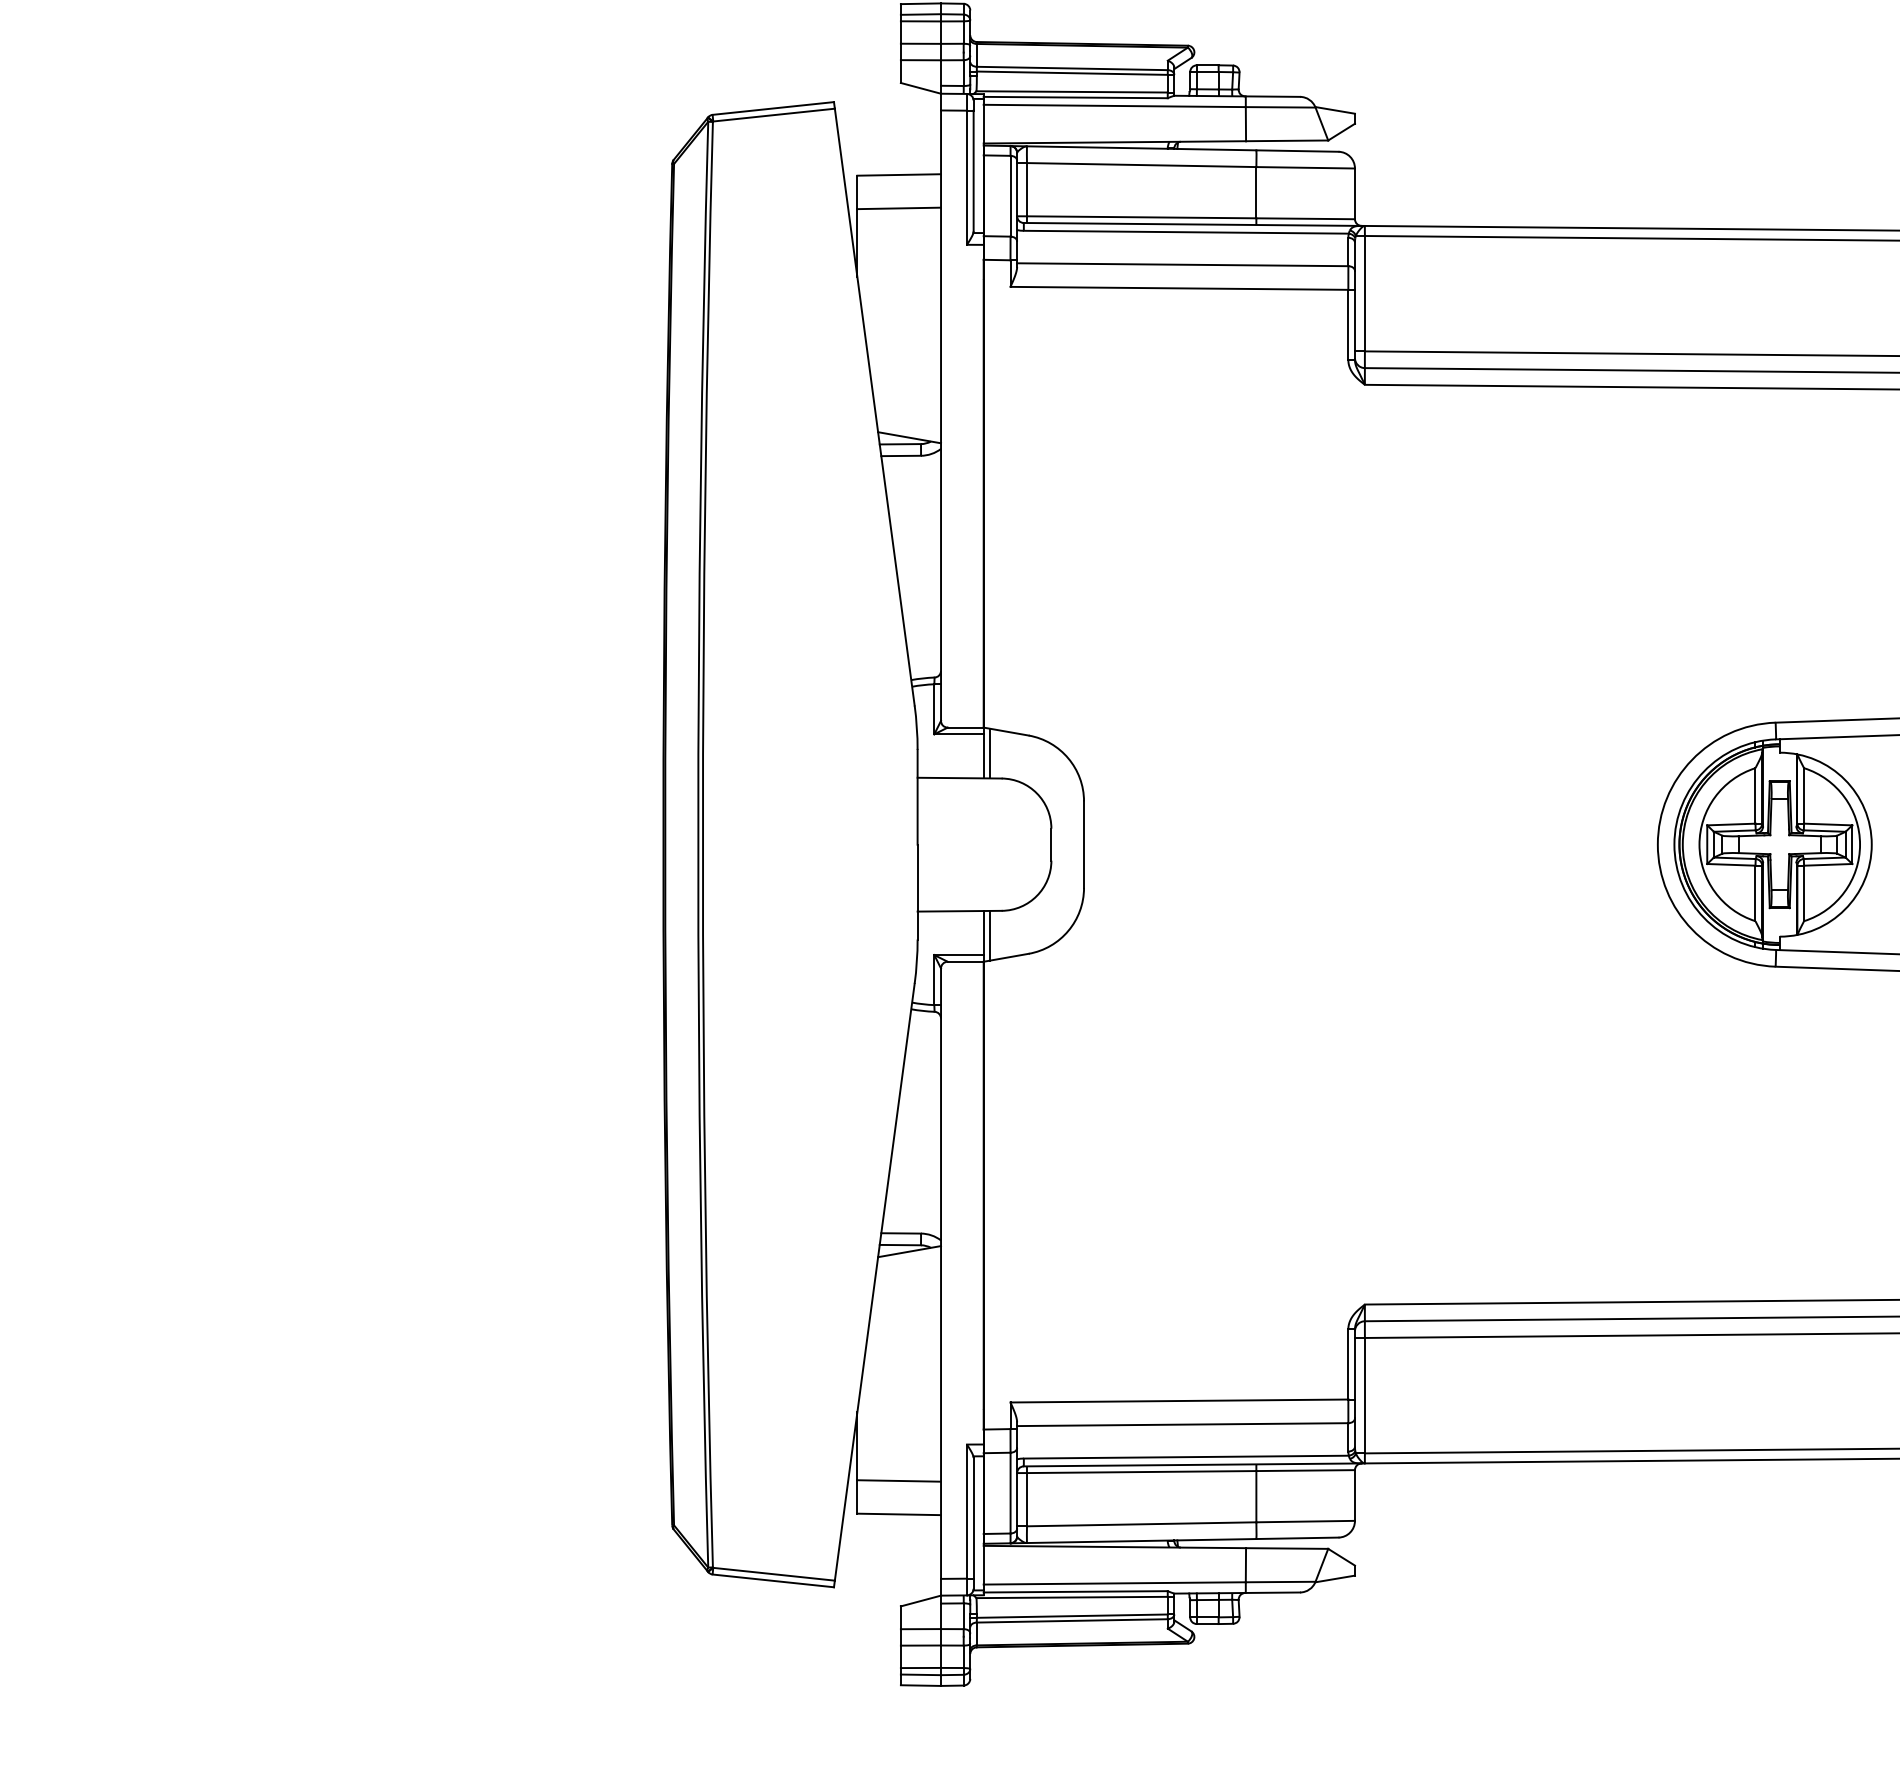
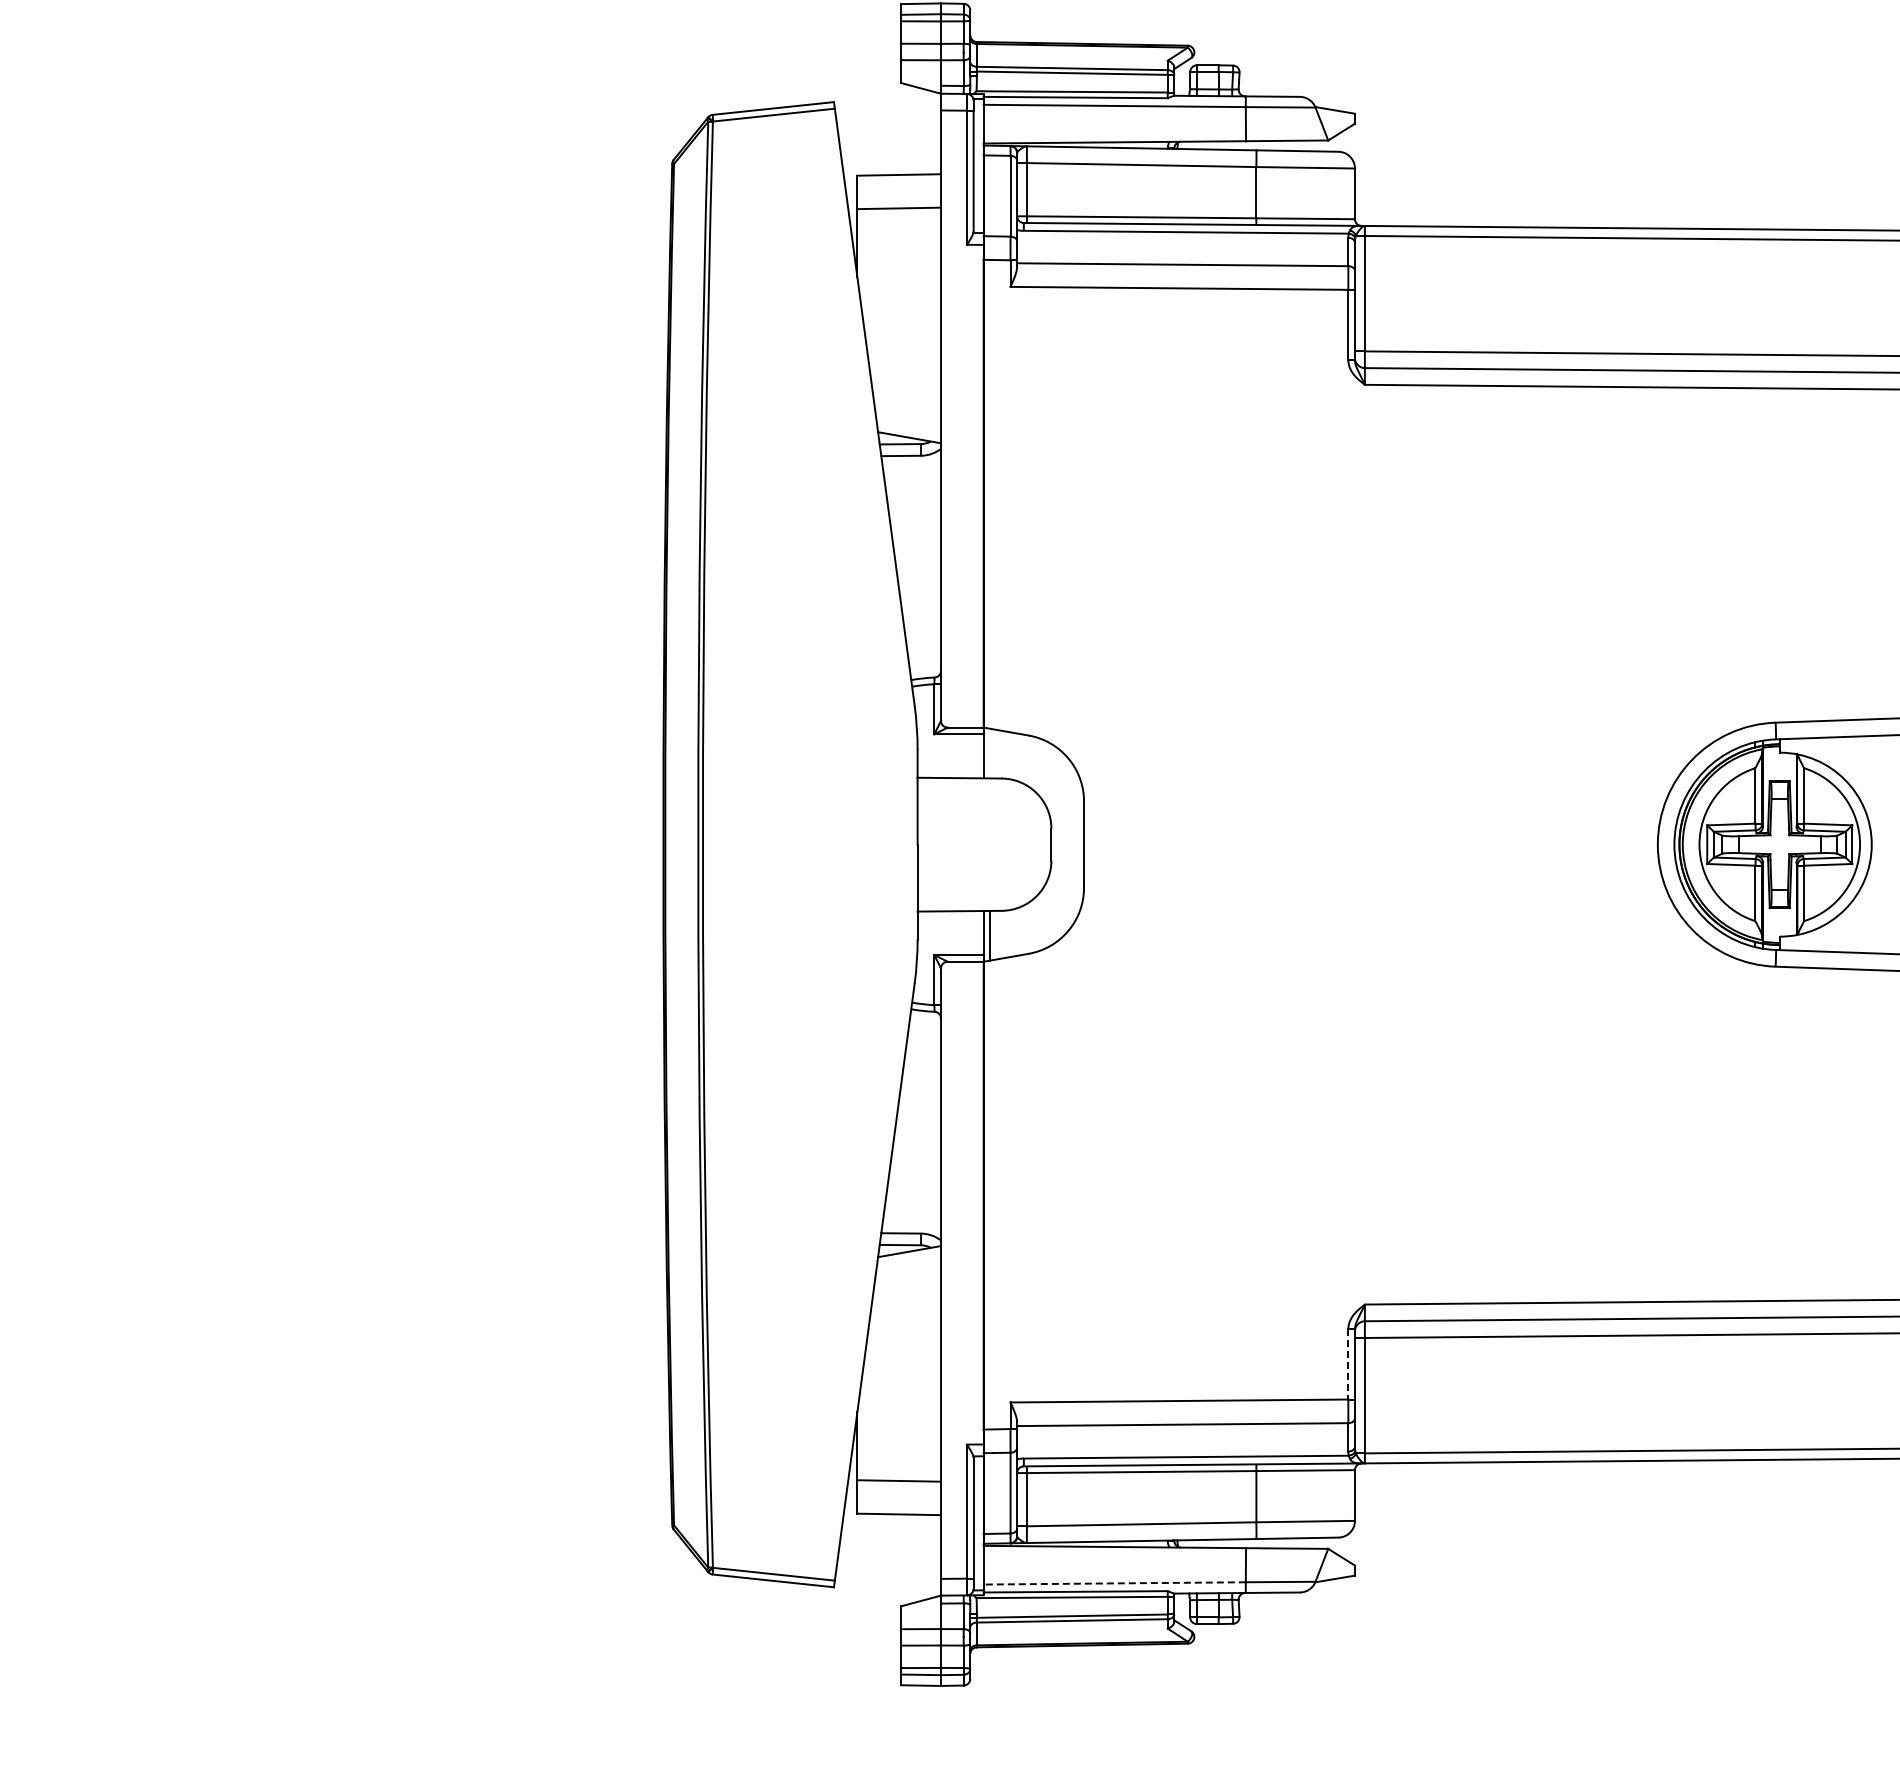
line at (990, 753): present -> none
line at (1348, 1364): solid -> dashed
line at (1114, 1583): solid -> dashed
